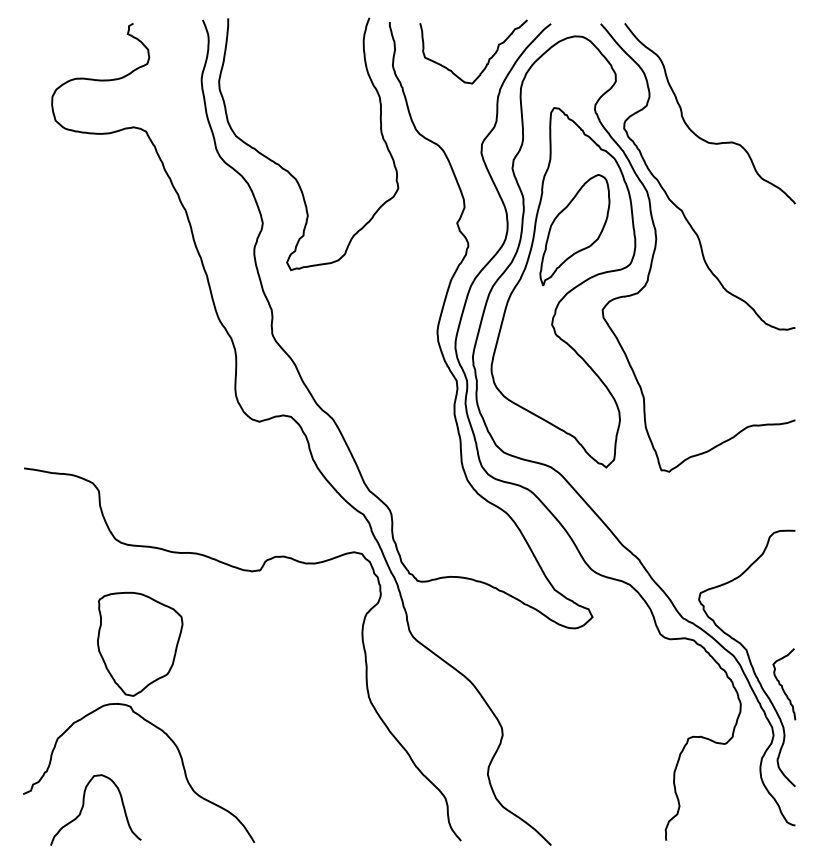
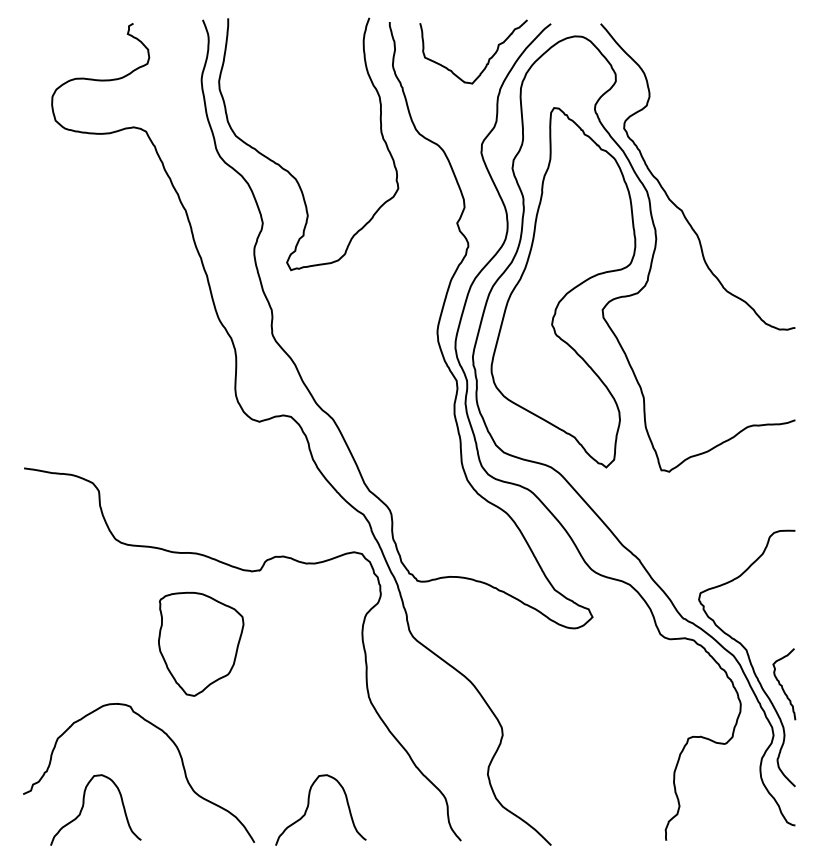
curve at (692, 130): present -> none
part at (574, 230): present -> none
part at (140, 643) position: (140, 643) -> (201, 643)
curve at (308, 808): none -> present
